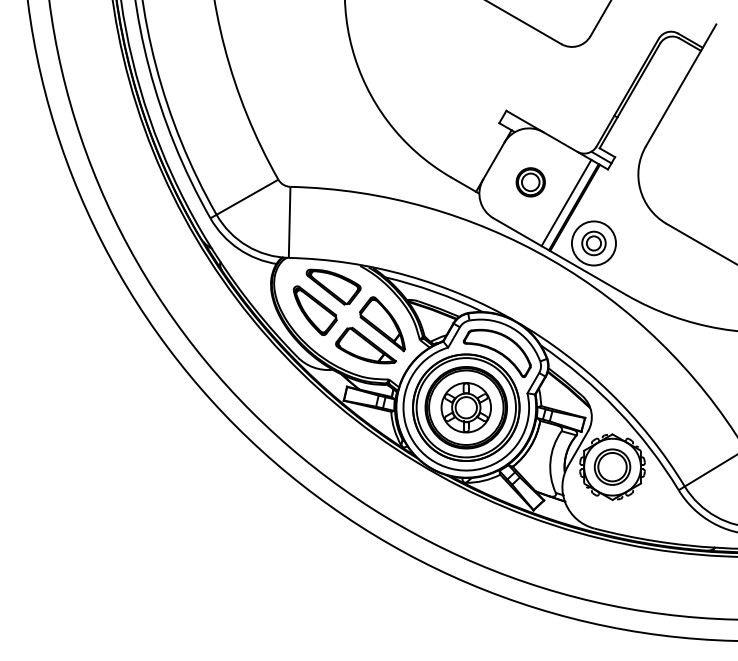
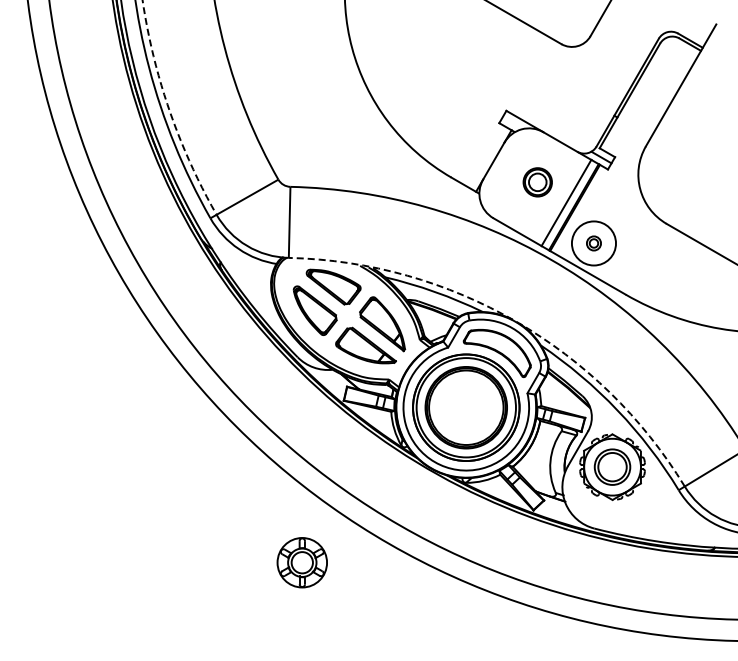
arc at (170, 112): solid -> dashed
part at (530, 182) position: (530, 182) -> (537, 182)
part at (593, 243) size: 26x27 px -> 16x17 px
arc at (516, 321): solid -> dashed
part at (465, 407) position: (465, 407) -> (301, 562)
